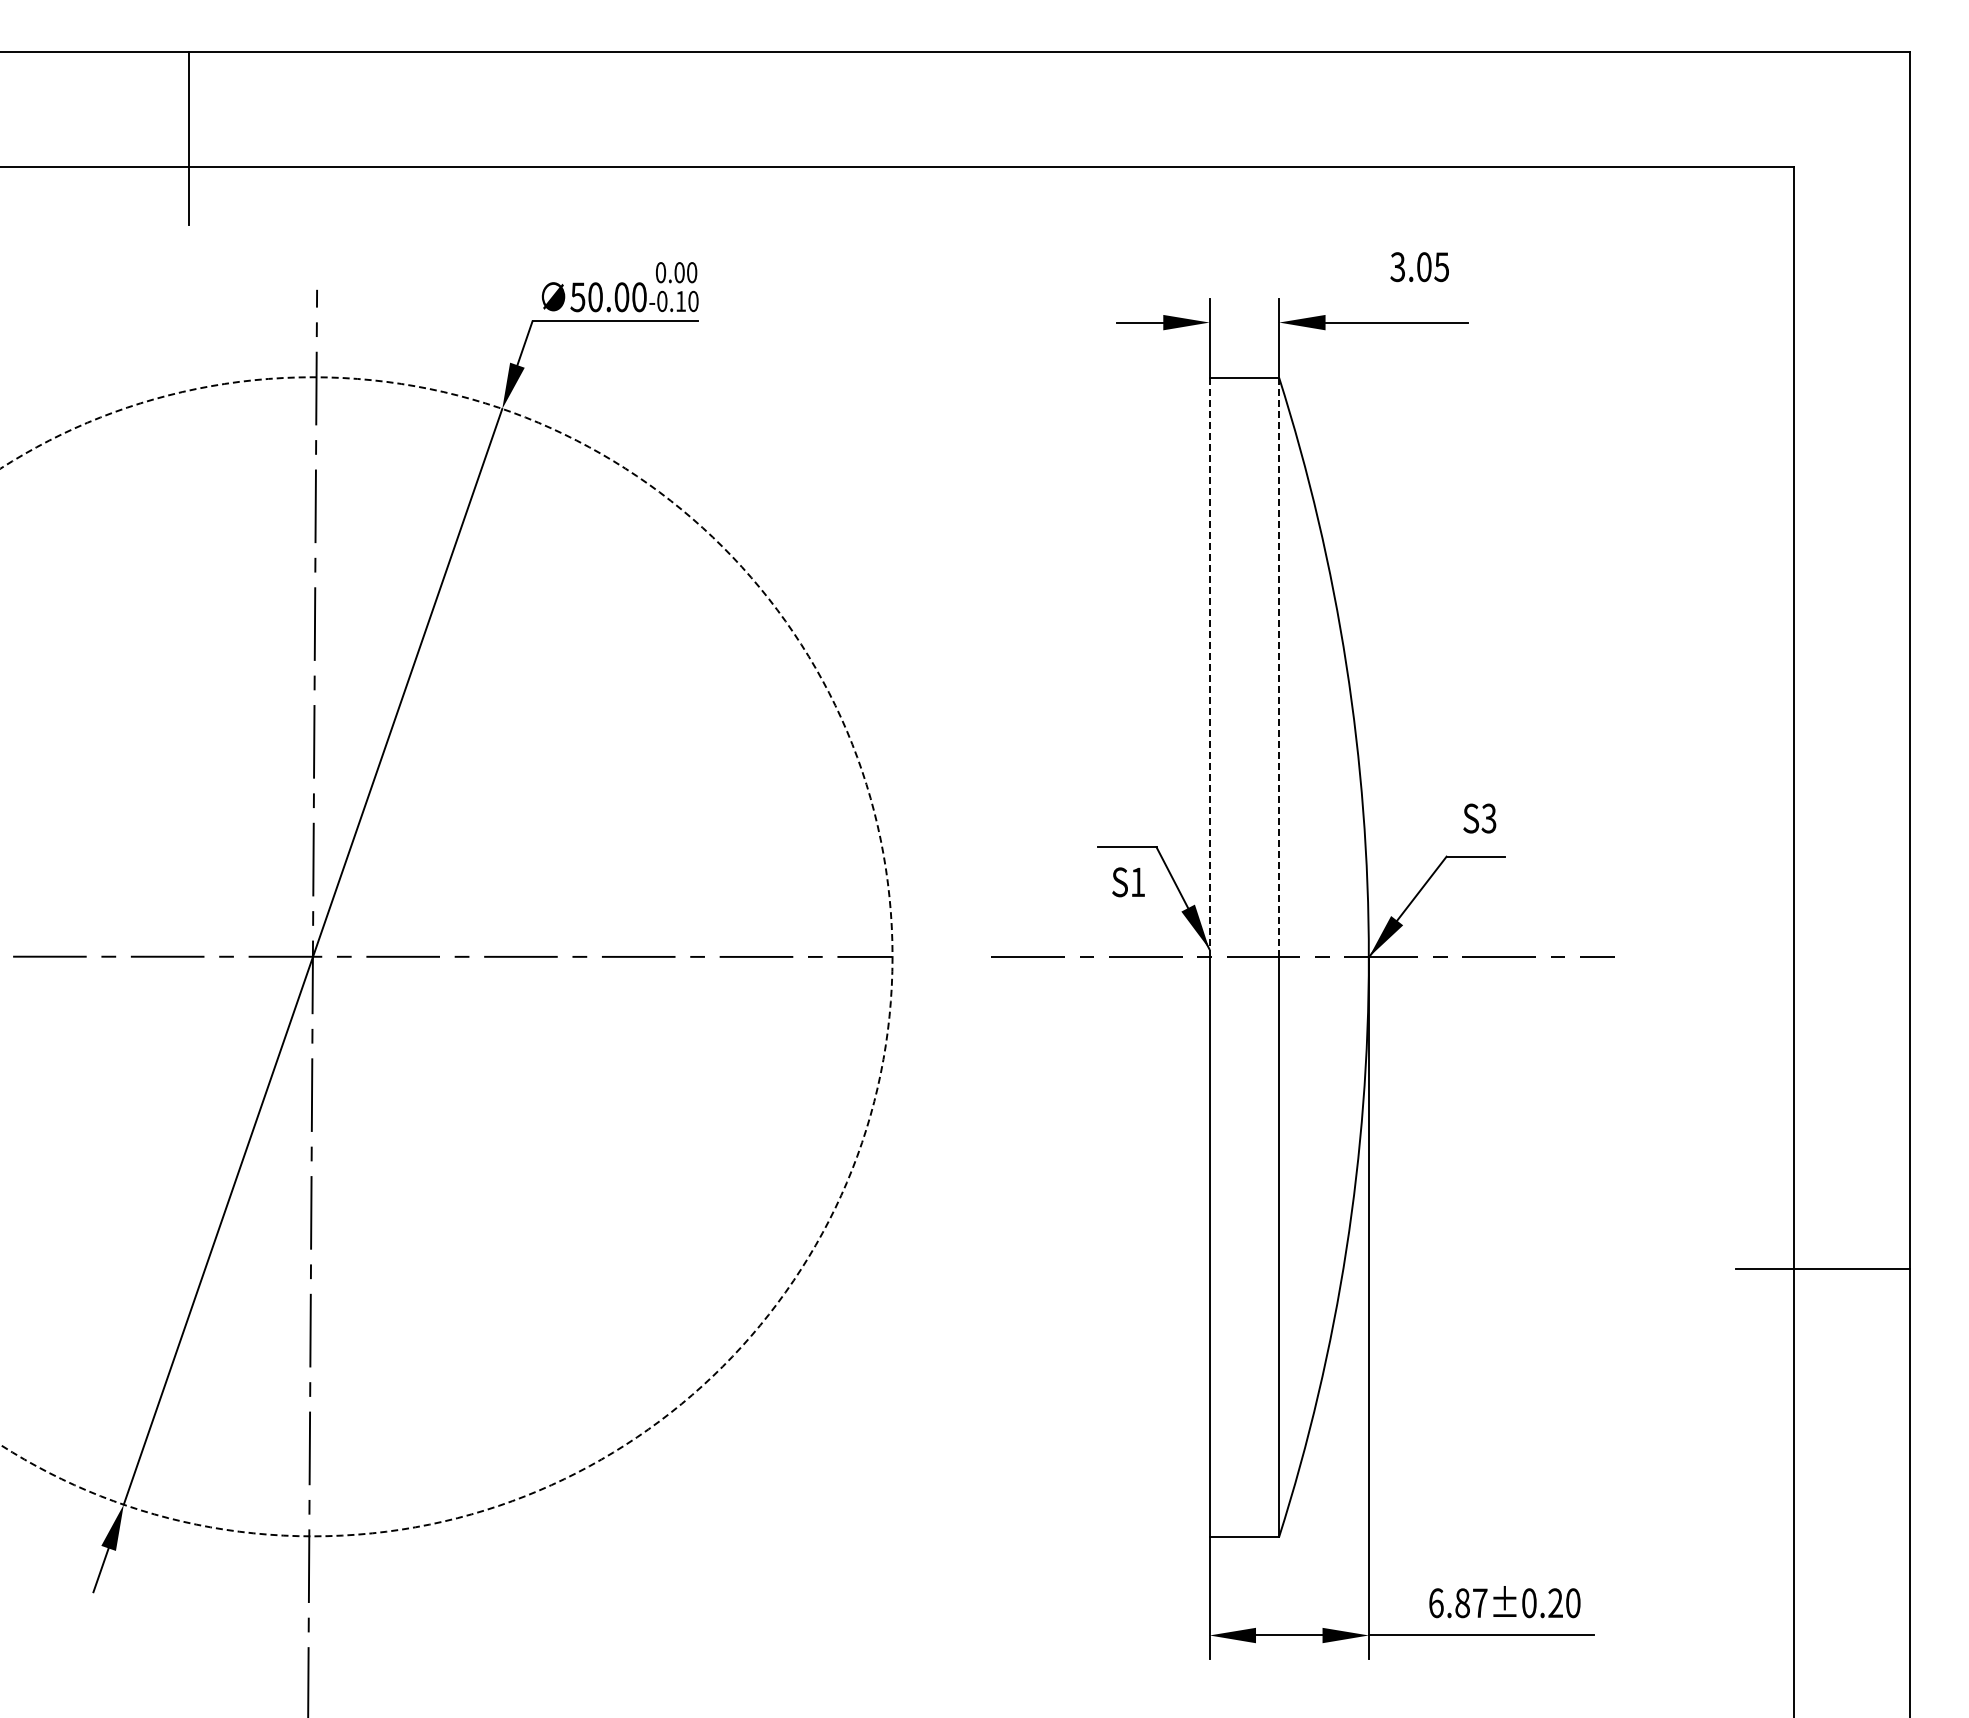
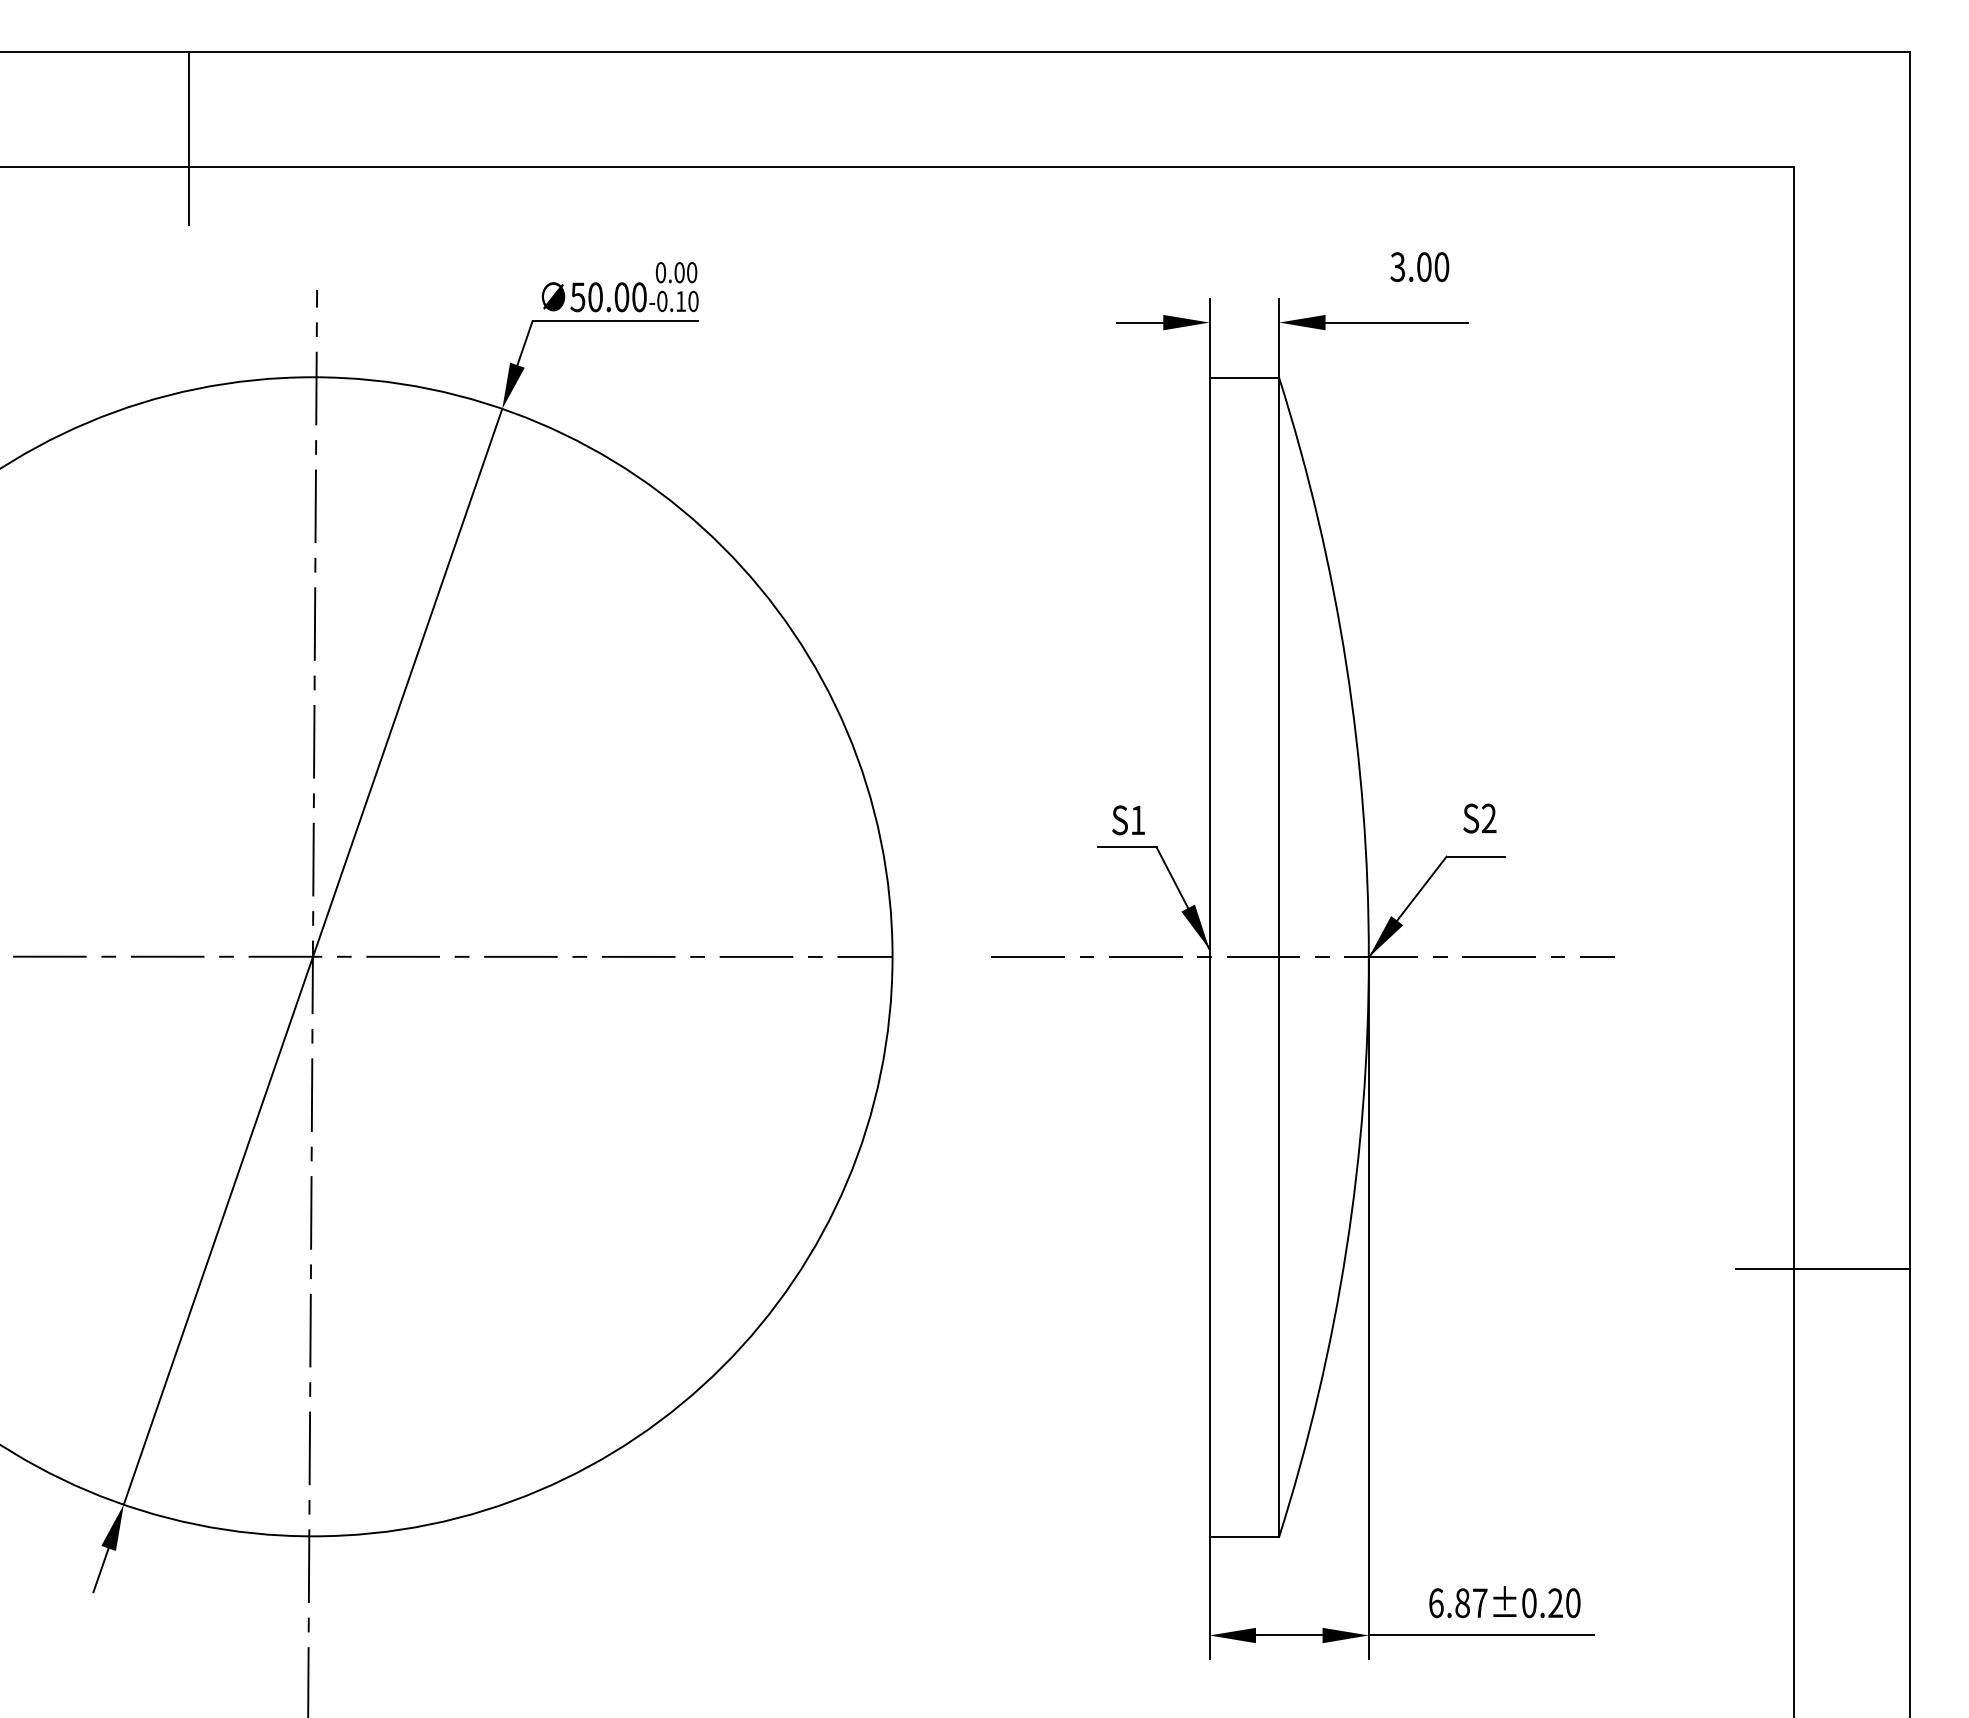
text at (1441, 267): 3.05 -> 3.00
line at (1209, 667): dashed -> solid
line at (1279, 667): dashed -> solid
text at (1488, 818): S3 -> S2
text at (1128, 882) position: (1128, 882) -> (1128, 820)
circle at (446, 956): dashed -> solid
